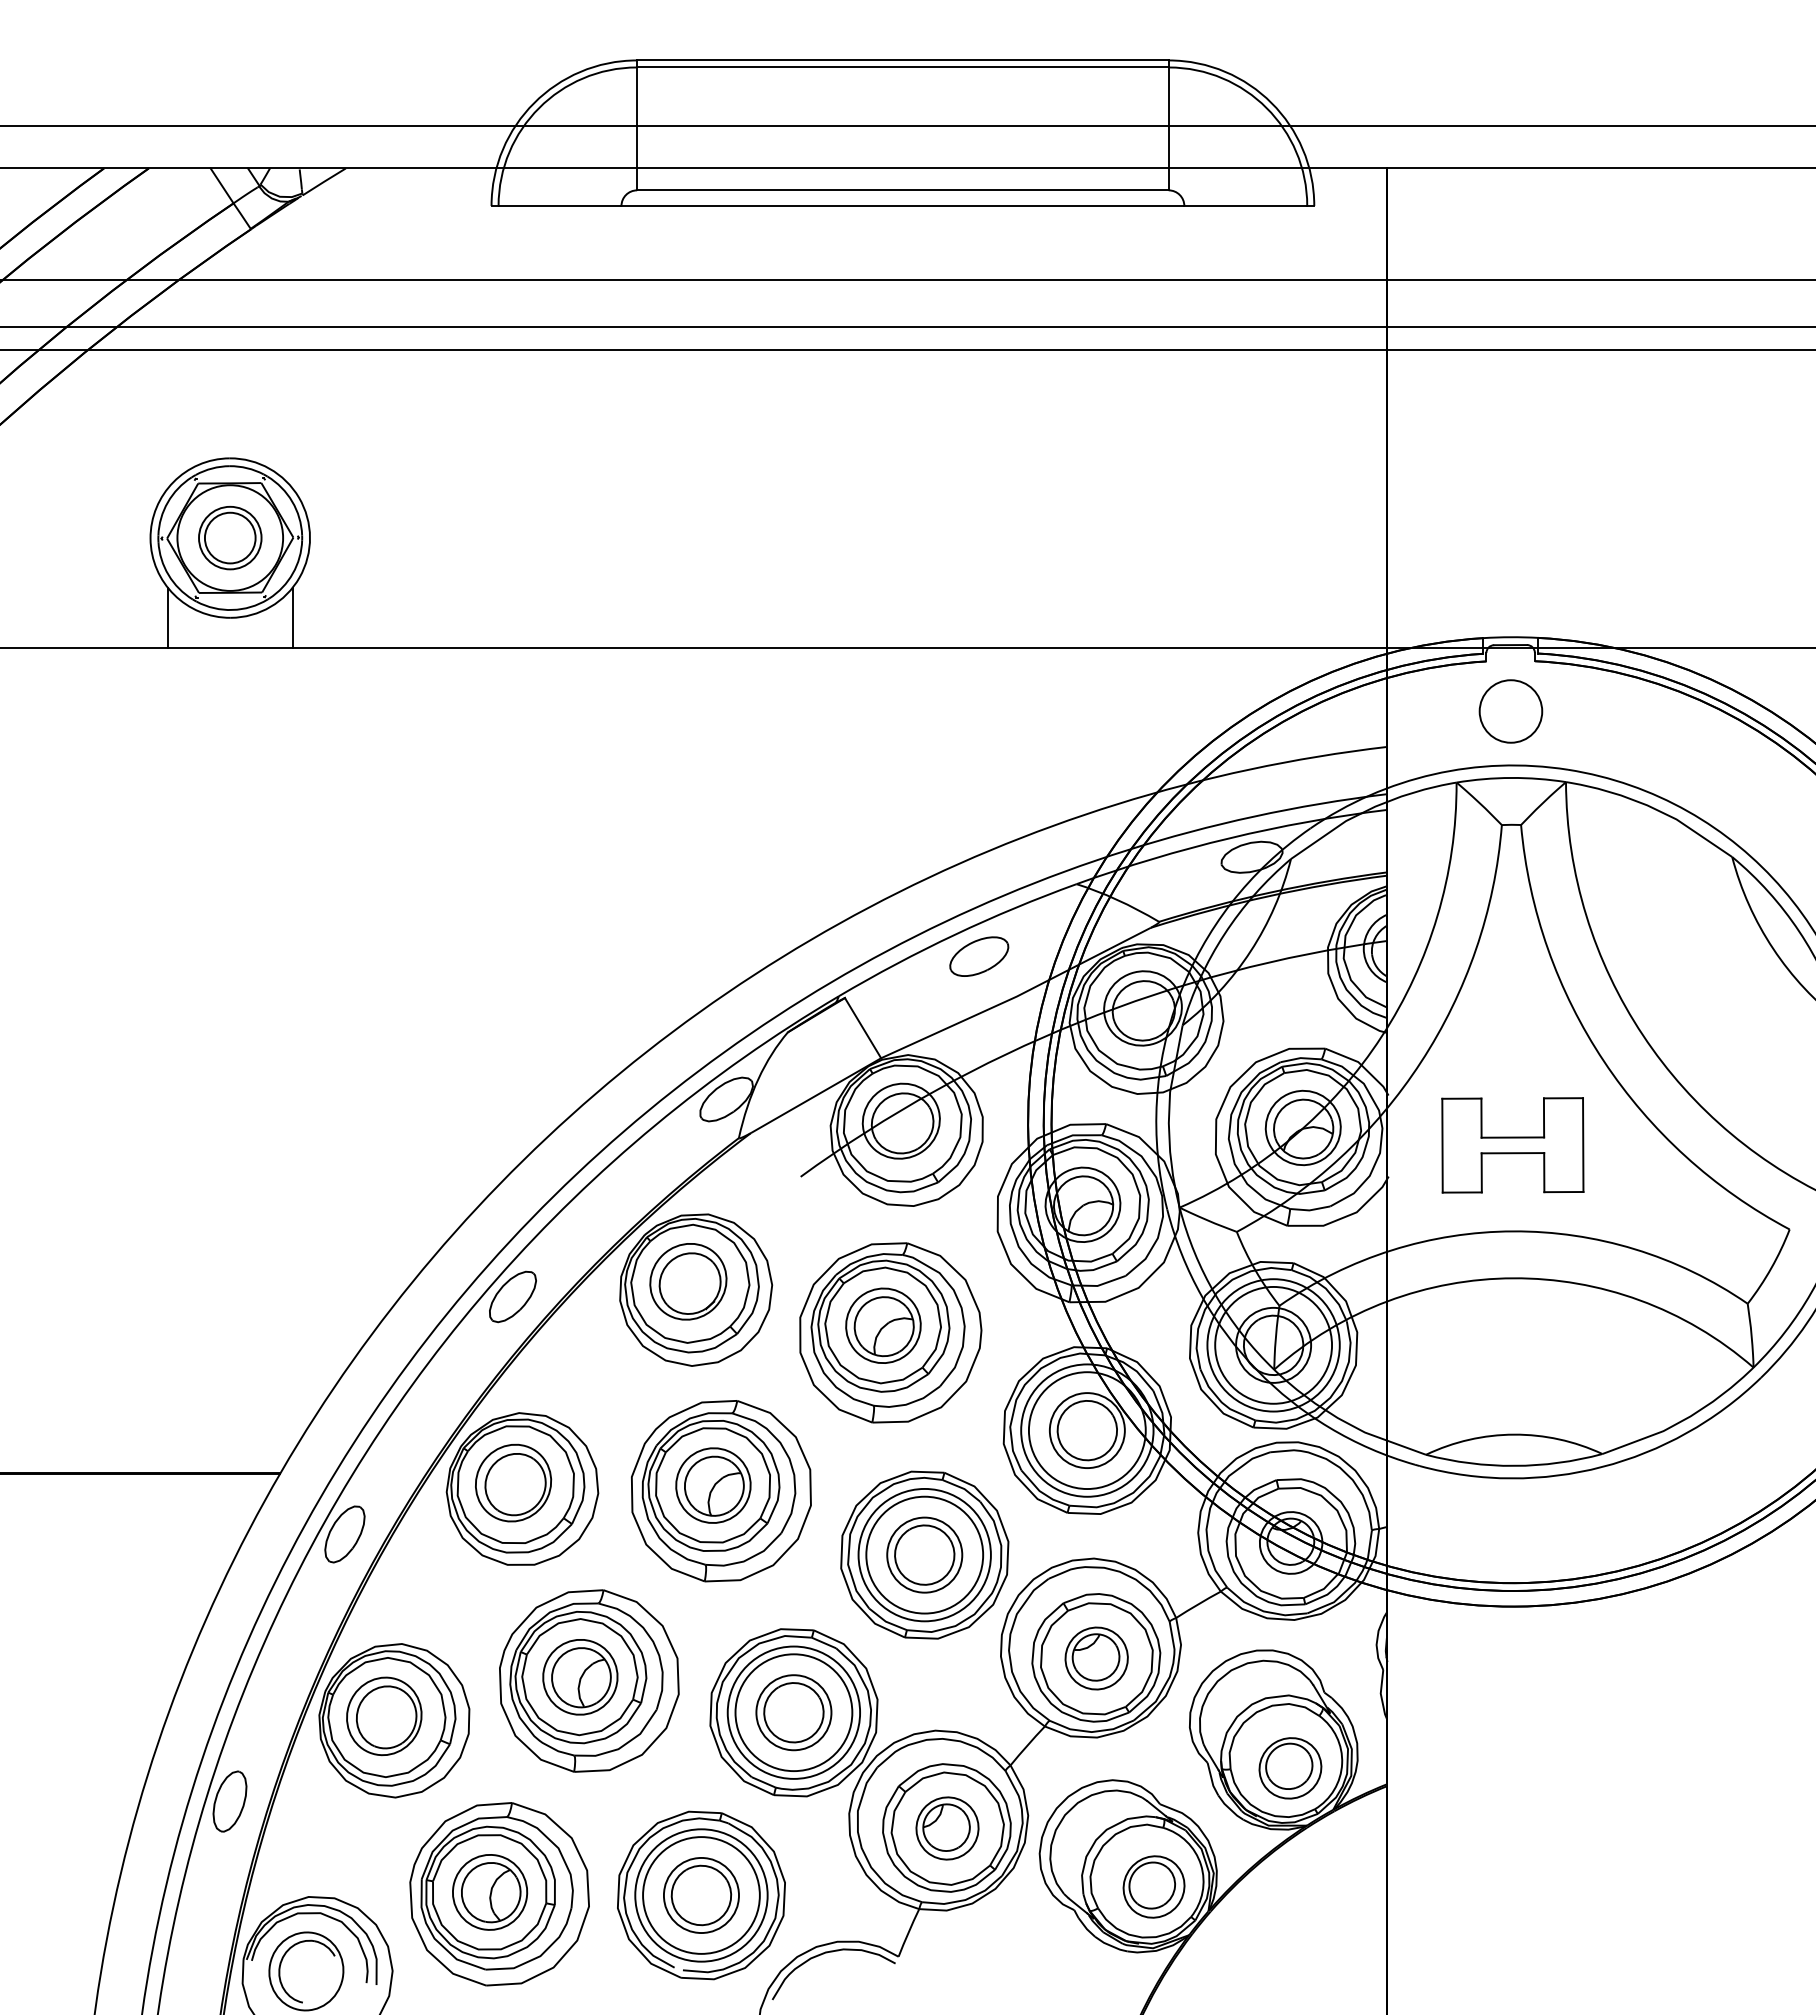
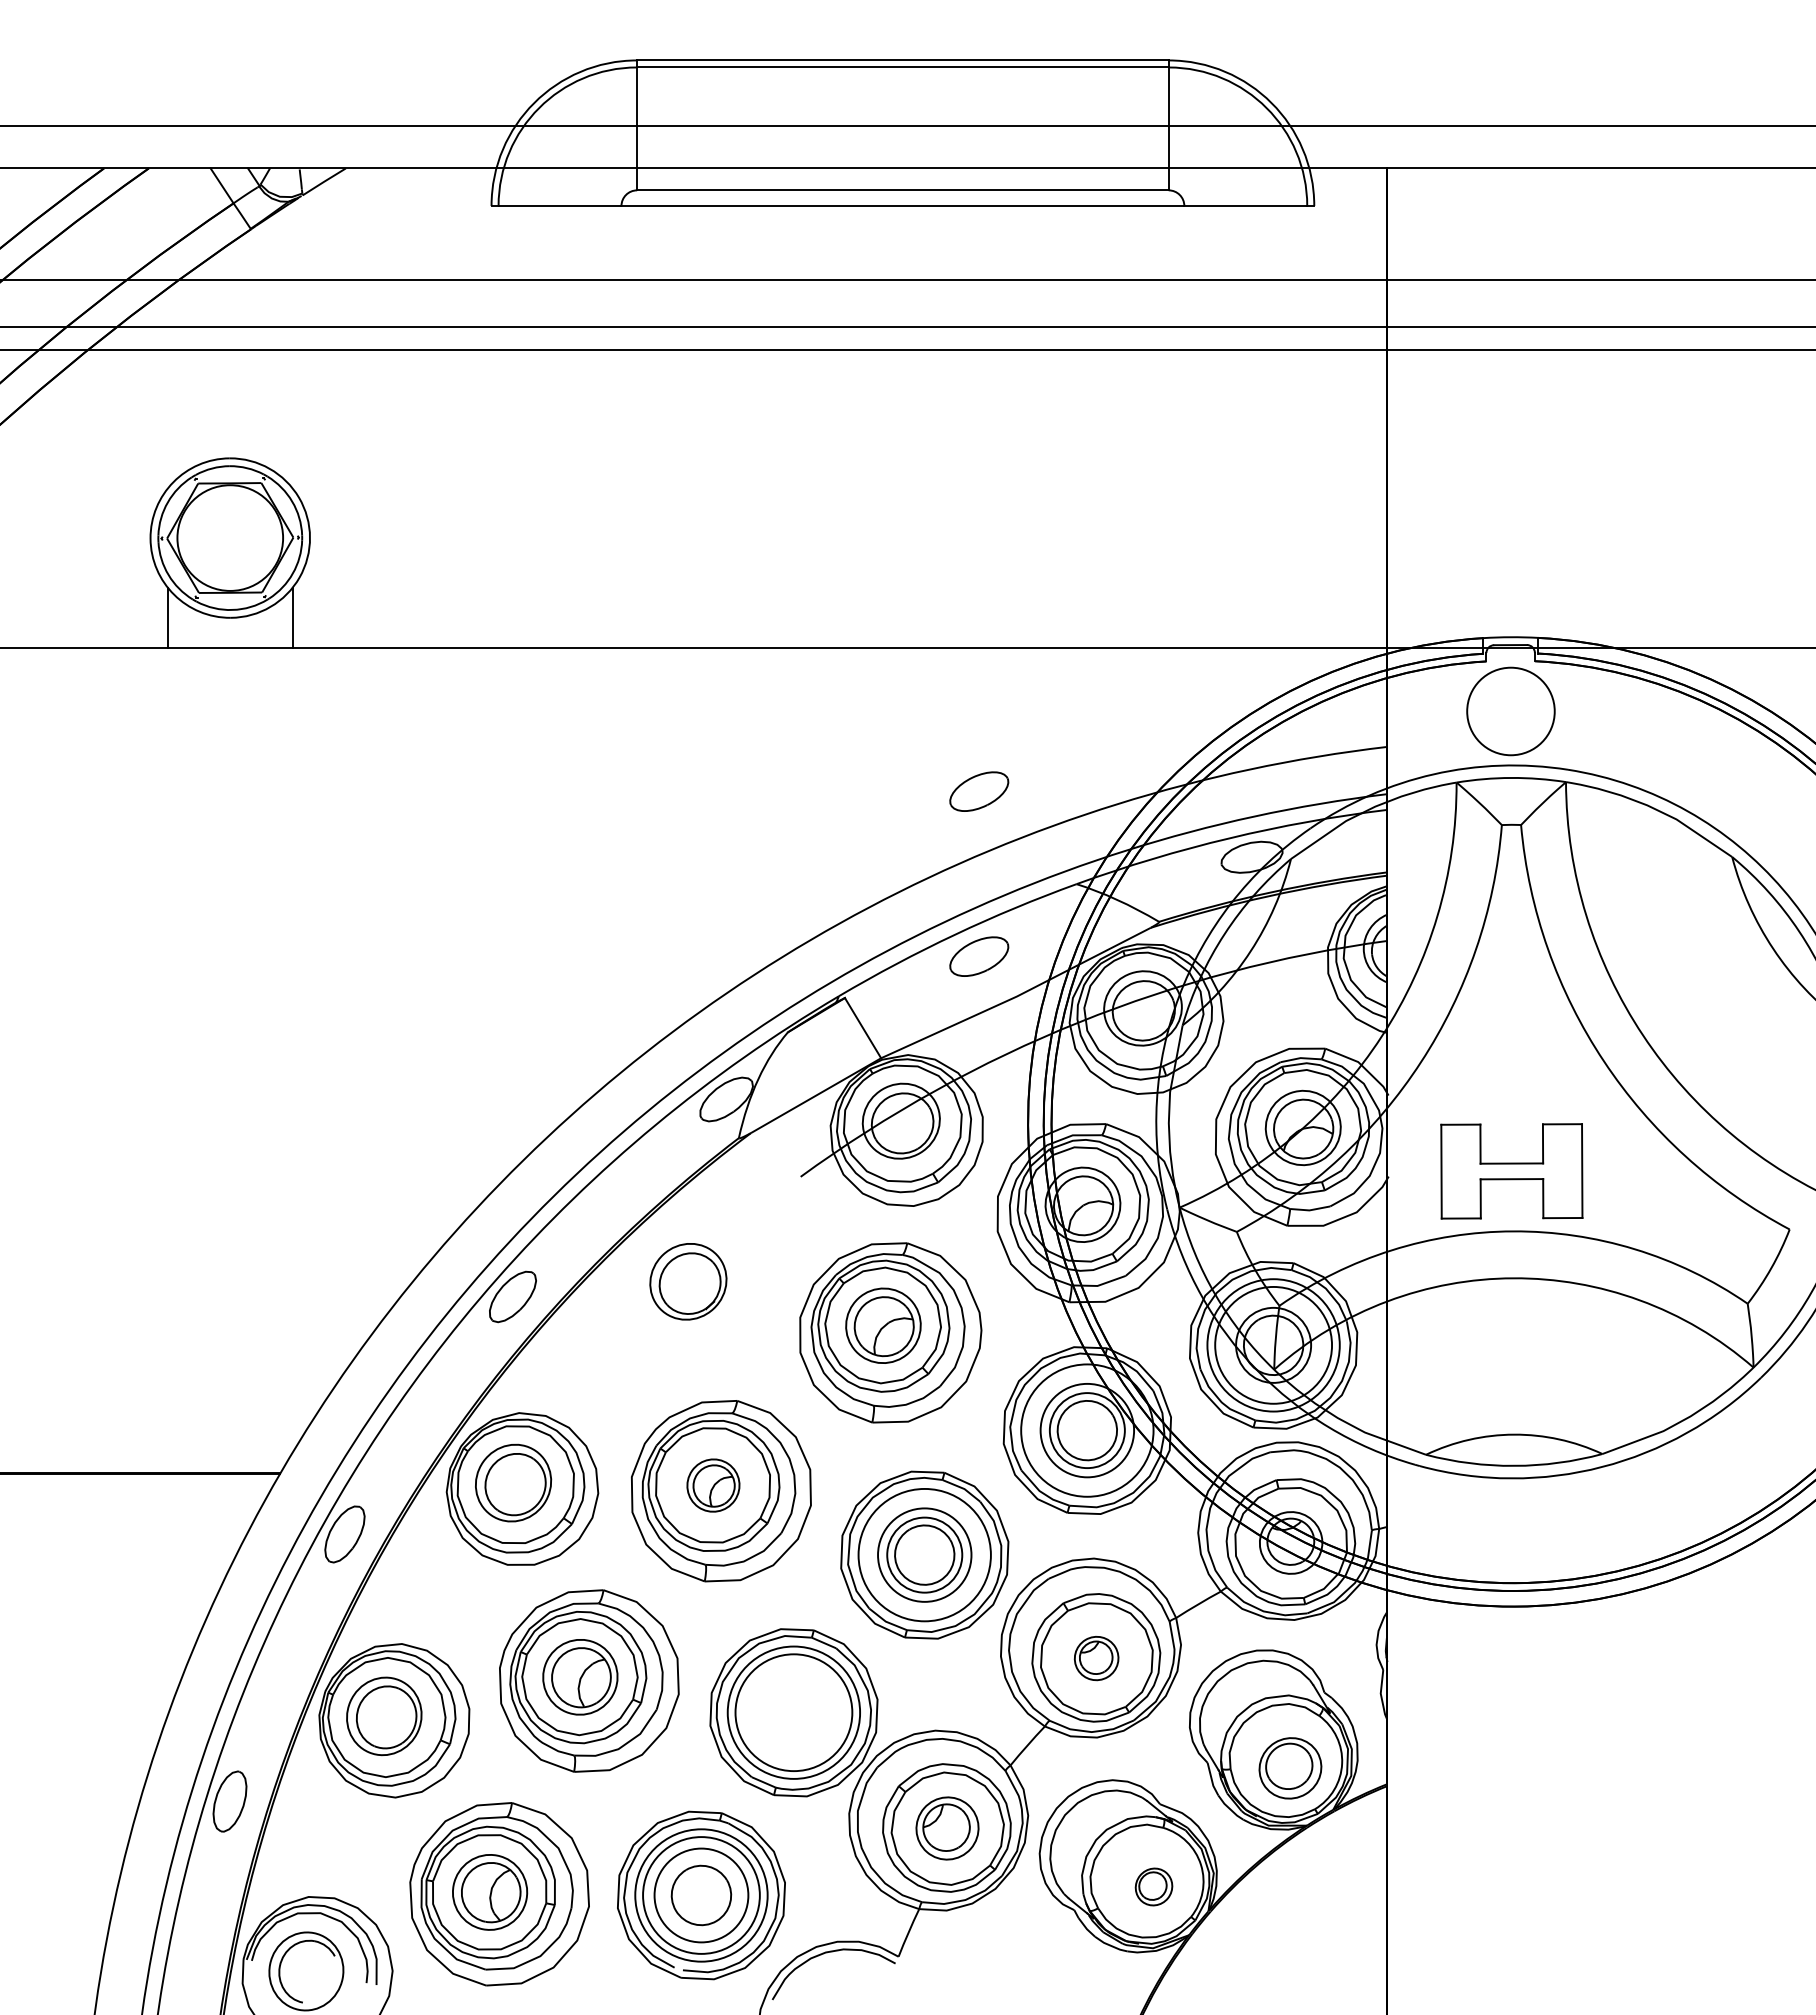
part at (230, 537): present -> none
circle at (1510, 711) diameter: 63 px -> 88 px
part at (979, 791): none -> present
part at (1512, 1145) position: (1512, 1145) -> (1511, 1171)
part at (696, 1289): present -> none
circle at (1086, 1430) diameter: 117 px -> 93 px
part at (713, 1485) size: 77x77 px -> 55x55 px
circle at (924, 1554) diameter: 117 px -> 93 px
part at (1096, 1658) size: 65x65 px -> 47x46 px
part at (793, 1712): present -> none
part at (1153, 1886) size: 64x64 px -> 40x40 px
circle at (700, 1895) diameter: 75 px -> 94 px
